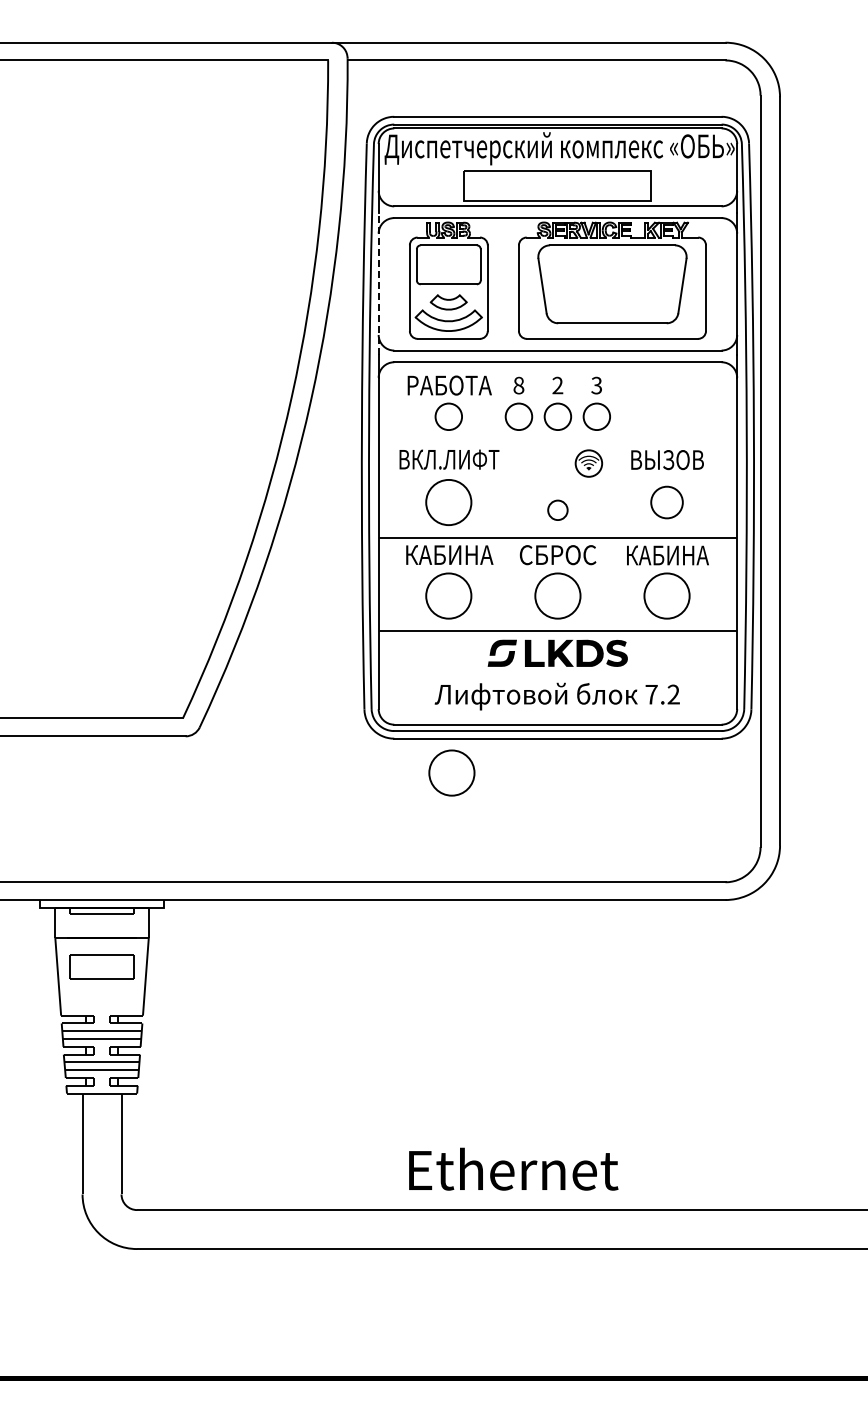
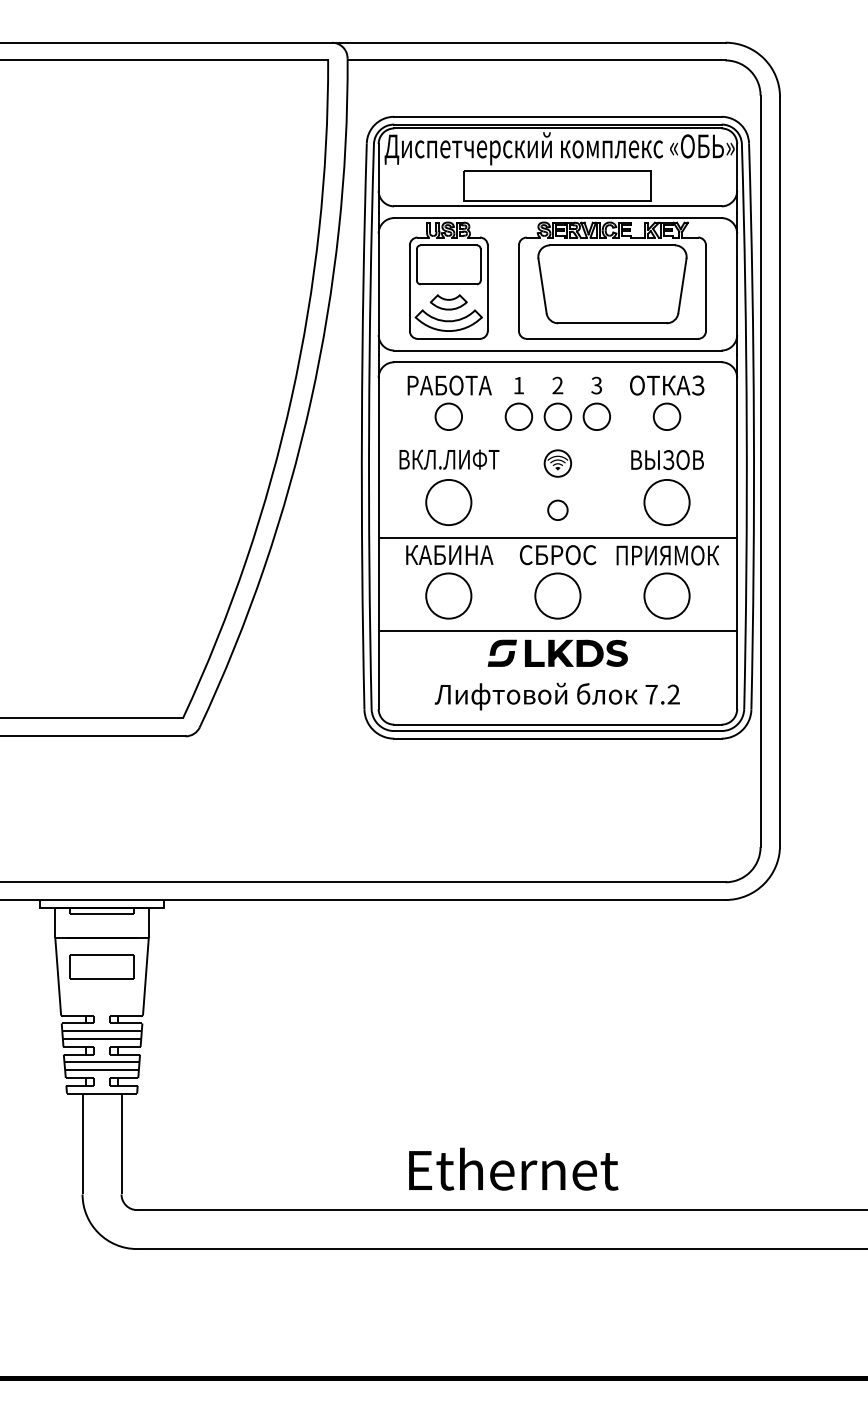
line at (378, 284): dashed -> solid
text at (518, 385): 8 -> 1
part at (667, 402): none -> present
part at (588, 463) position: (588, 463) -> (557, 463)
circle at (666, 502) diameter: 32 px -> 45 px
text at (667, 555): КАБИНА -> ПРИЯМОК
circle at (451, 772): present -> none
